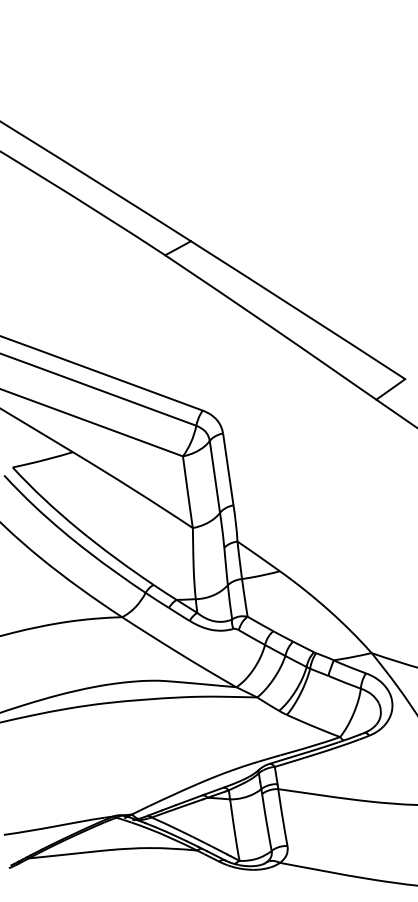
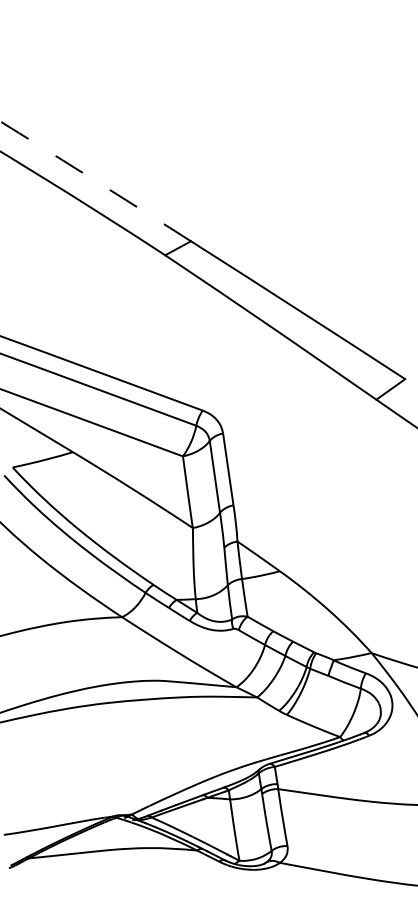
arc at (96, 181): solid -> dashed
